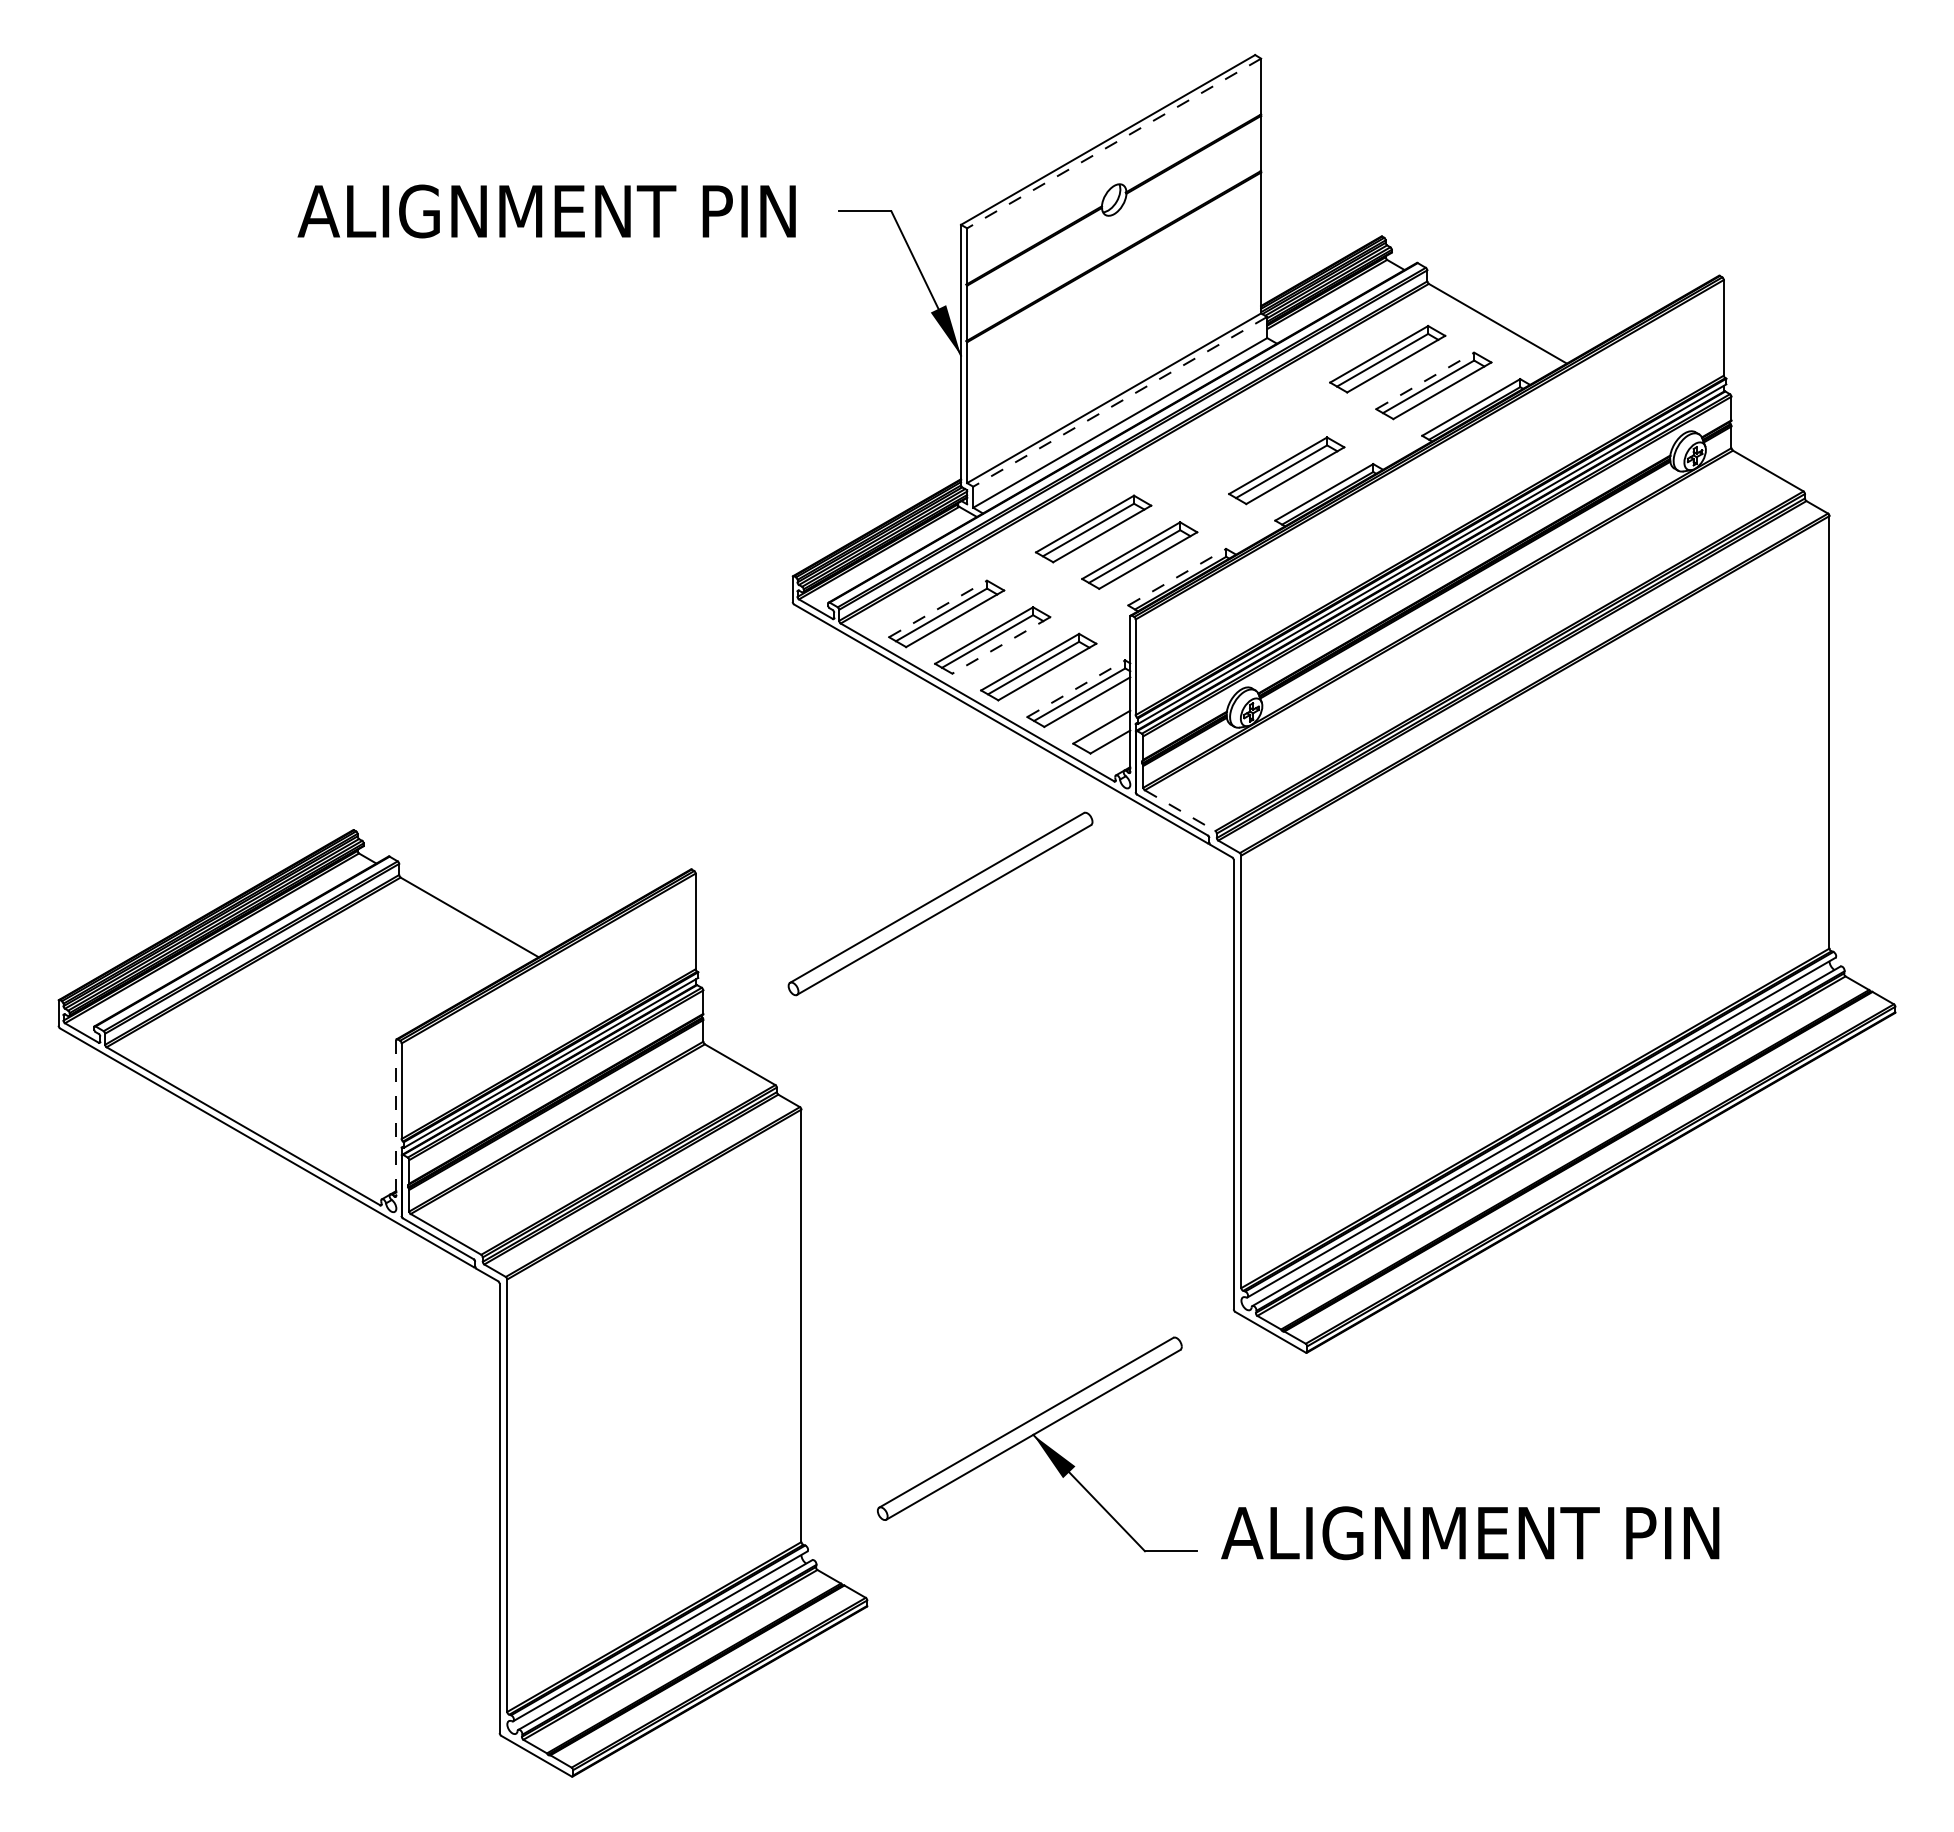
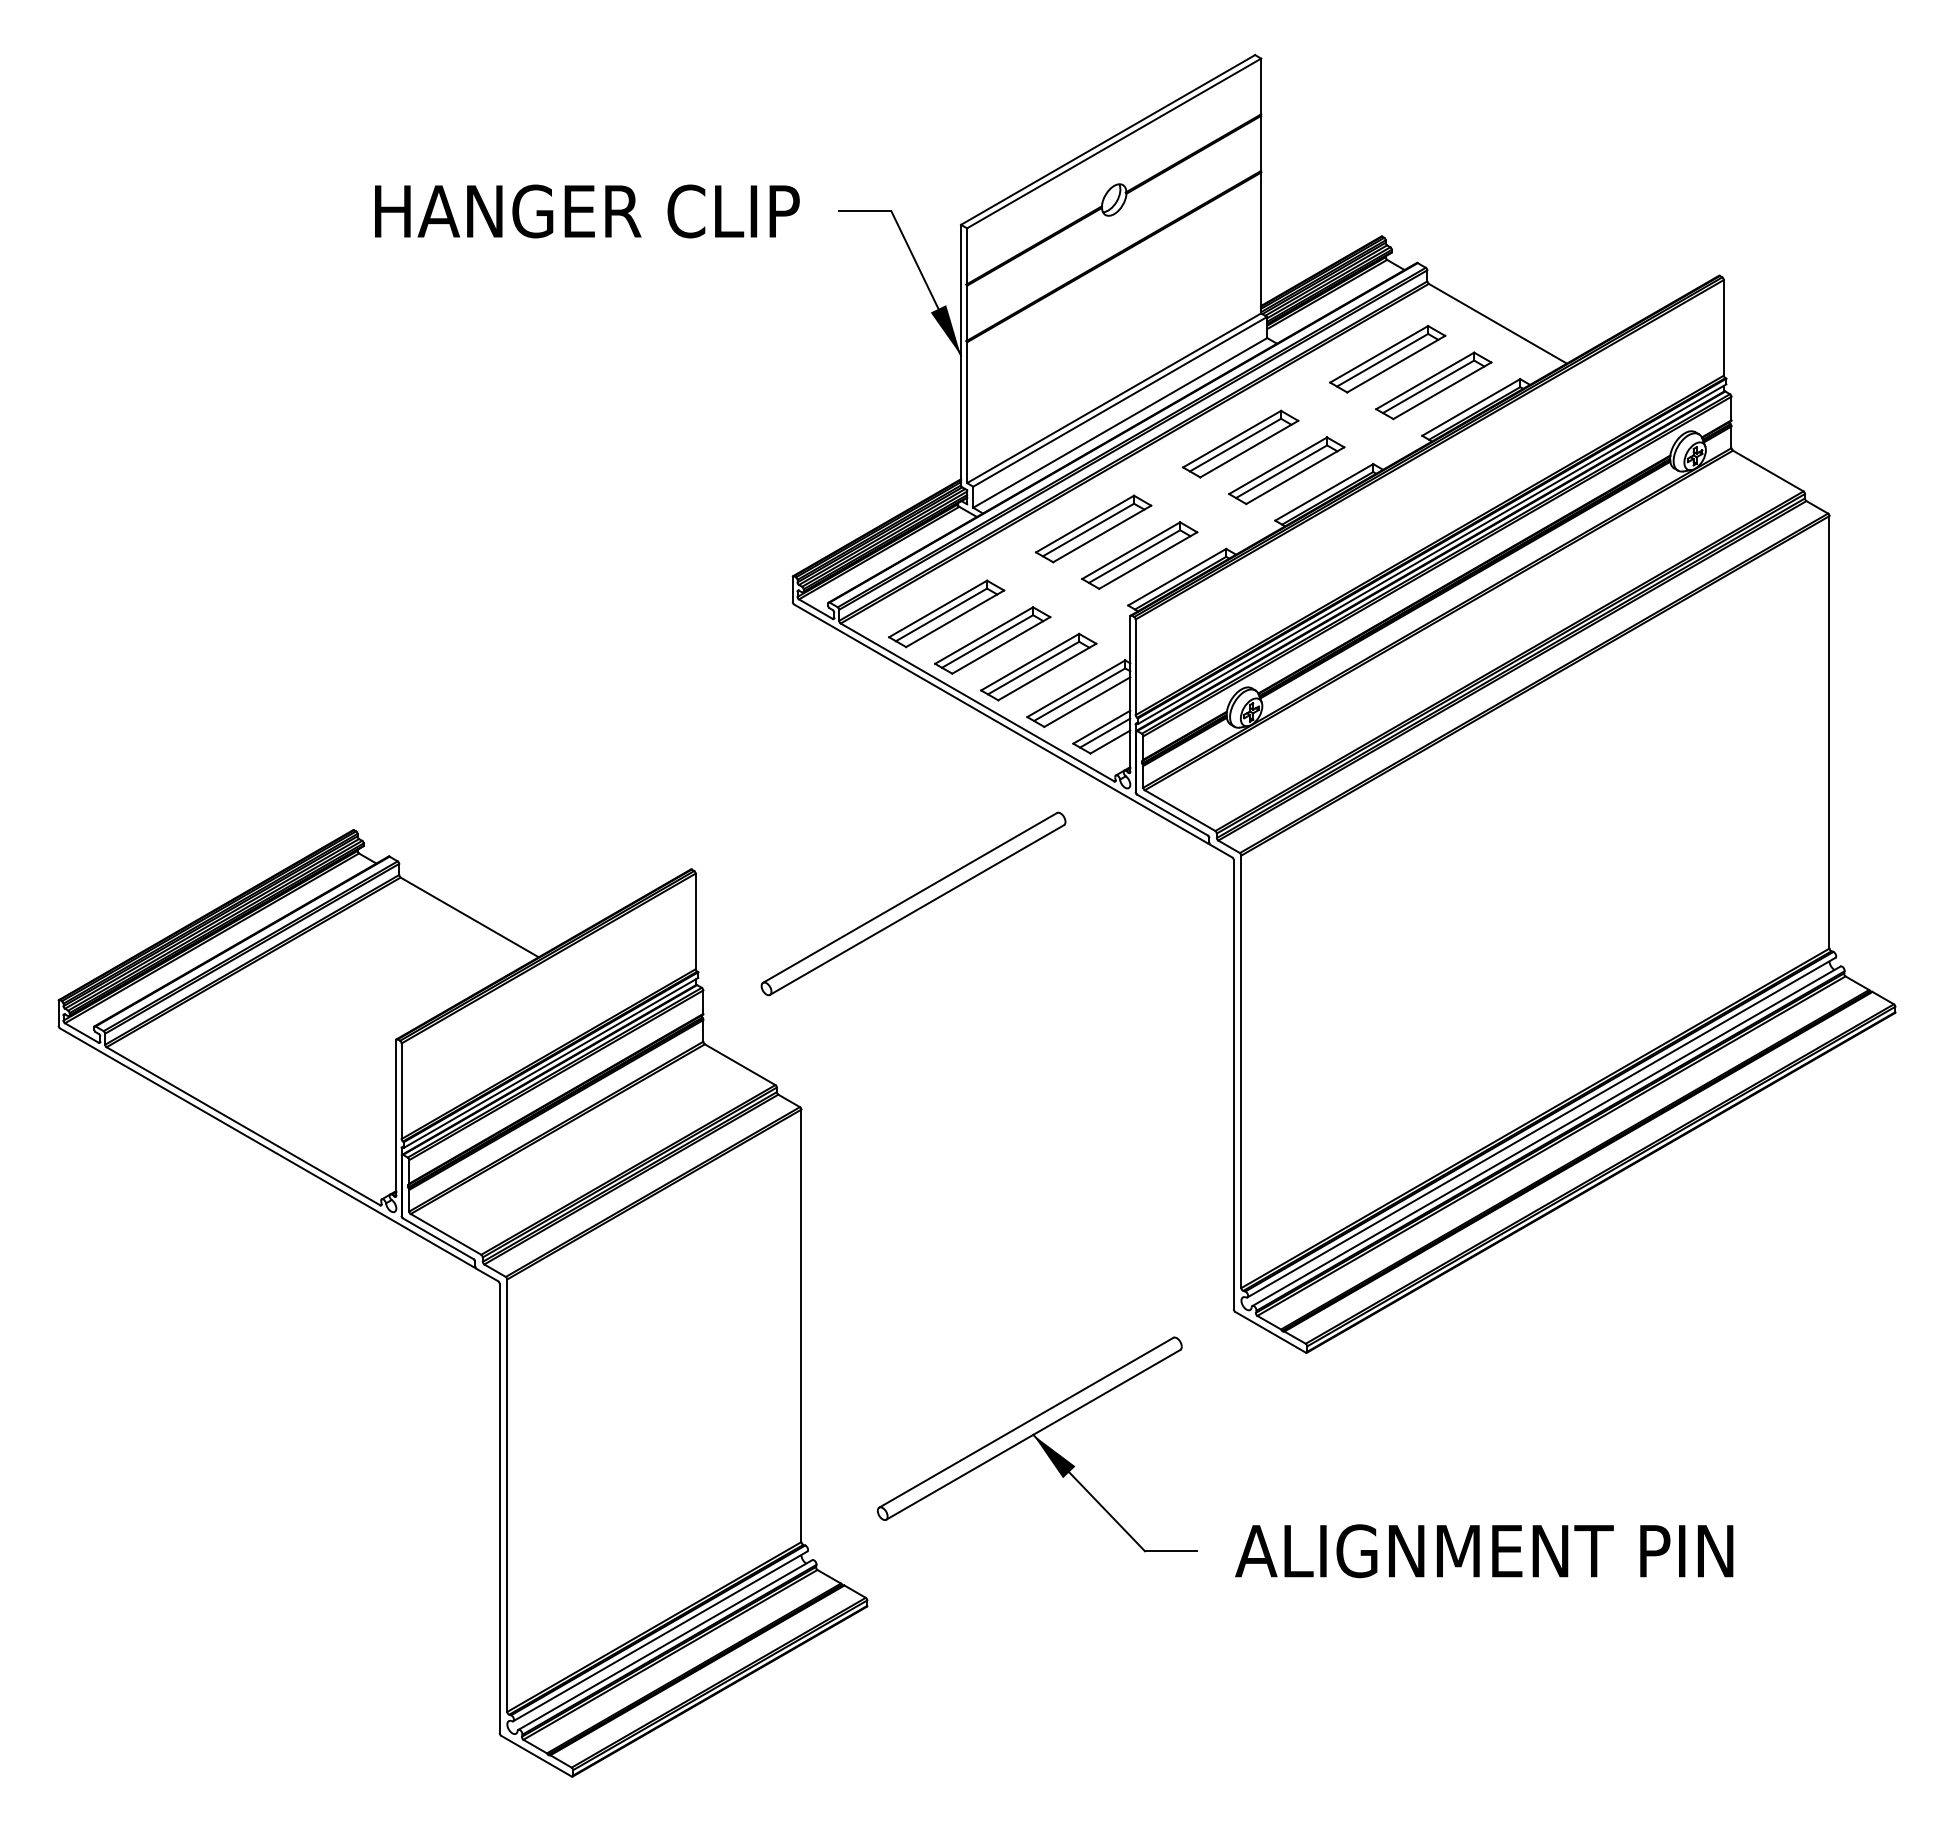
line at (1114, 143): dashed -> solid
text at (548, 211): ALIGNMENT PIN -> HANGER CLIP
line at (1425, 380): dashed -> solid
line at (1120, 401): dashed -> solid
part at (1240, 443): none -> present
line at (1177, 577): dashed -> solid
line at (938, 608): dashed -> solid
line at (1001, 645): dashed -> solid
line at (1076, 688): dashed -> solid
line at (1105, 732): none -> present
line at (1180, 810): dashed -> solid
part at (940, 903) position: (940, 903) -> (913, 903)
line at (396, 1118): dashed -> solid
text at (1470, 1533) position: (1470, 1533) -> (1484, 1551)
